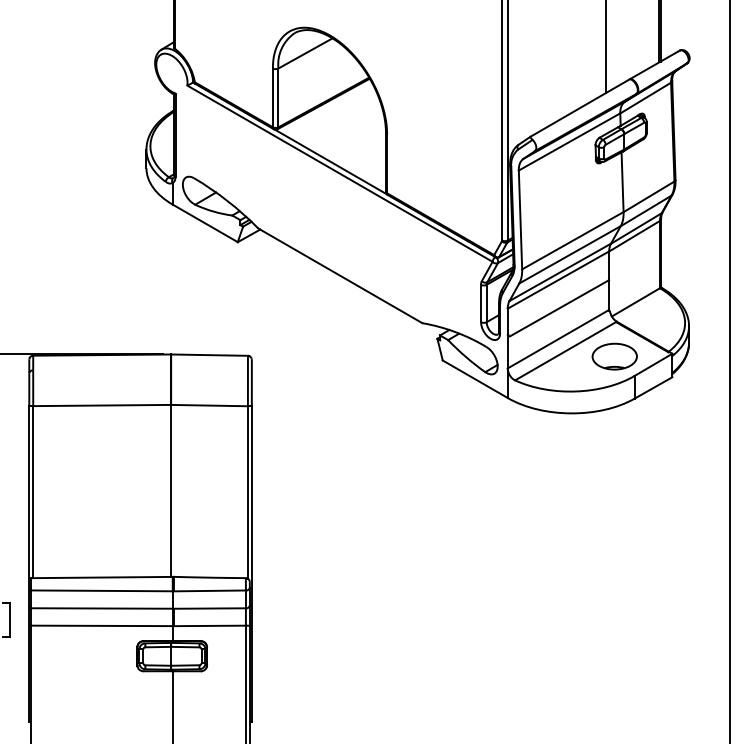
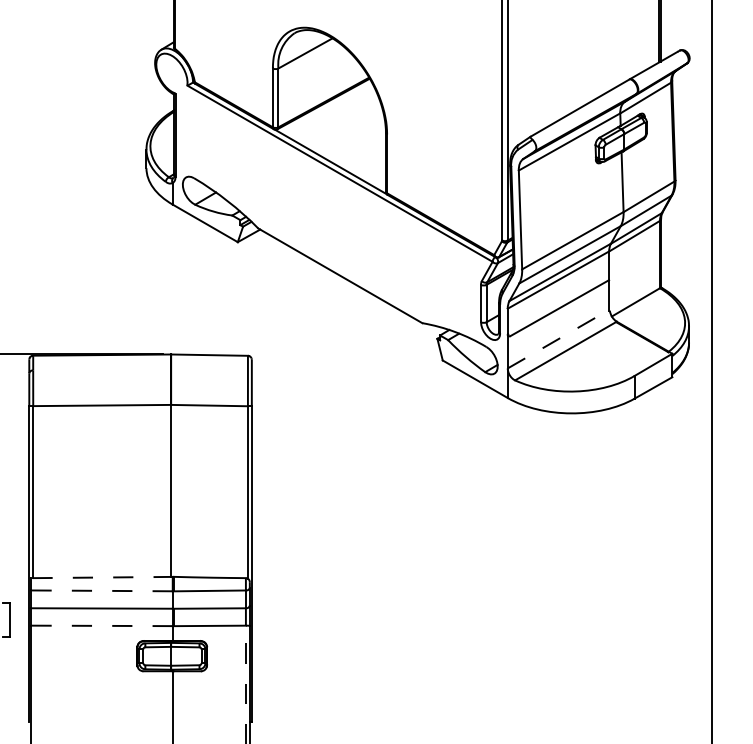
line at (606, 47): present -> none
line at (558, 339): solid -> dashed
part at (614, 356): present -> none
line at (730, 371) position: (730, 371) -> (712, 371)
line at (101, 577): solid -> dashed
line at (101, 590): solid -> dashed
line at (101, 625): solid -> dashed
line at (245, 684): solid -> dashed
